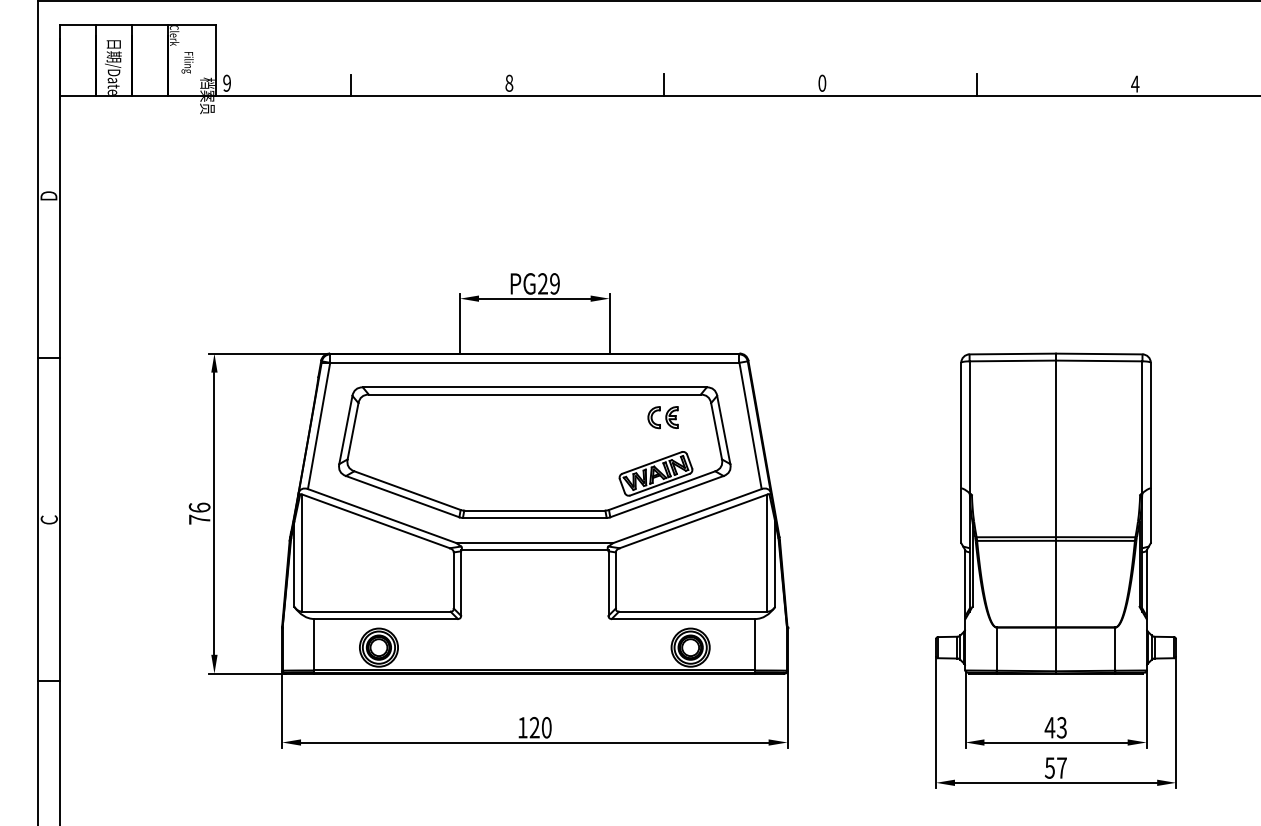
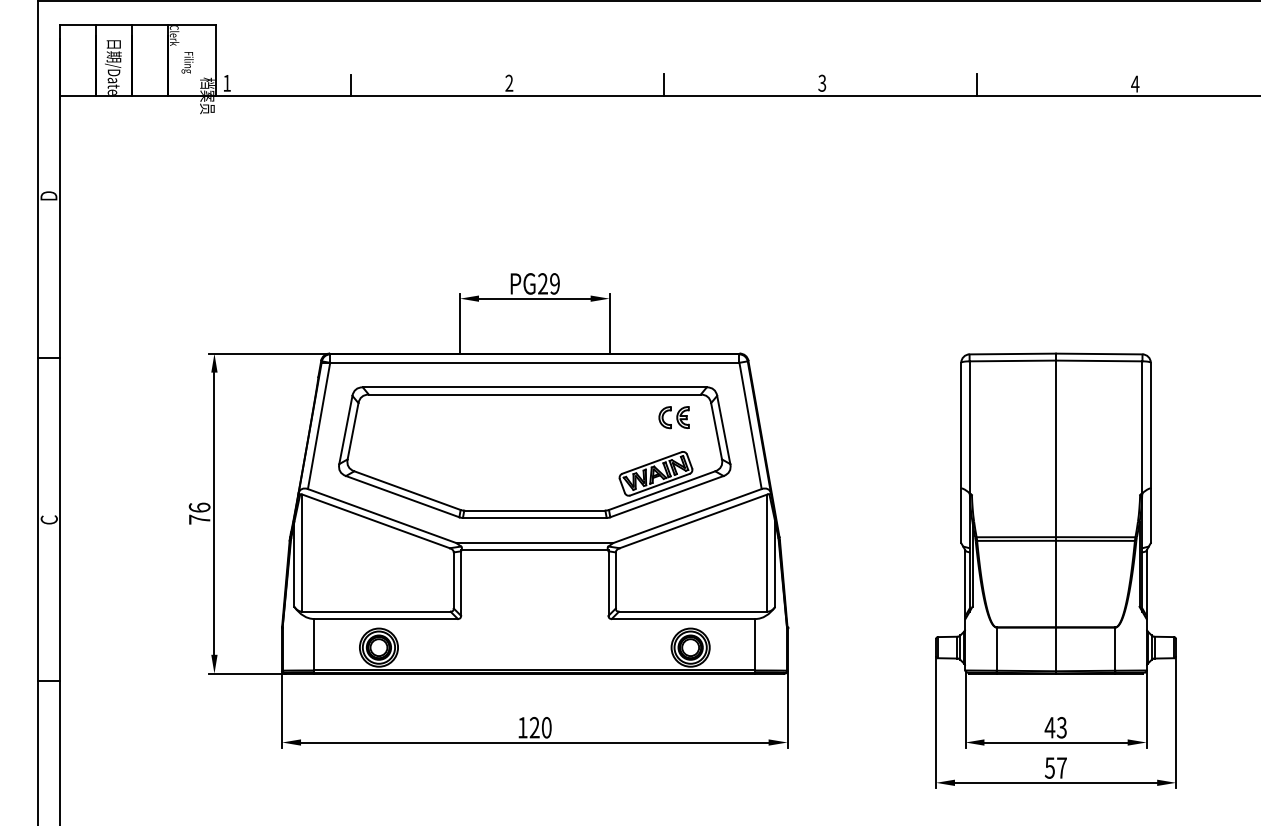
text at (226, 82): 9 -> 1
text at (509, 82): 8 -> 2
text at (822, 82): 0 -> 3
part at (662, 417) position: (662, 417) -> (673, 417)
